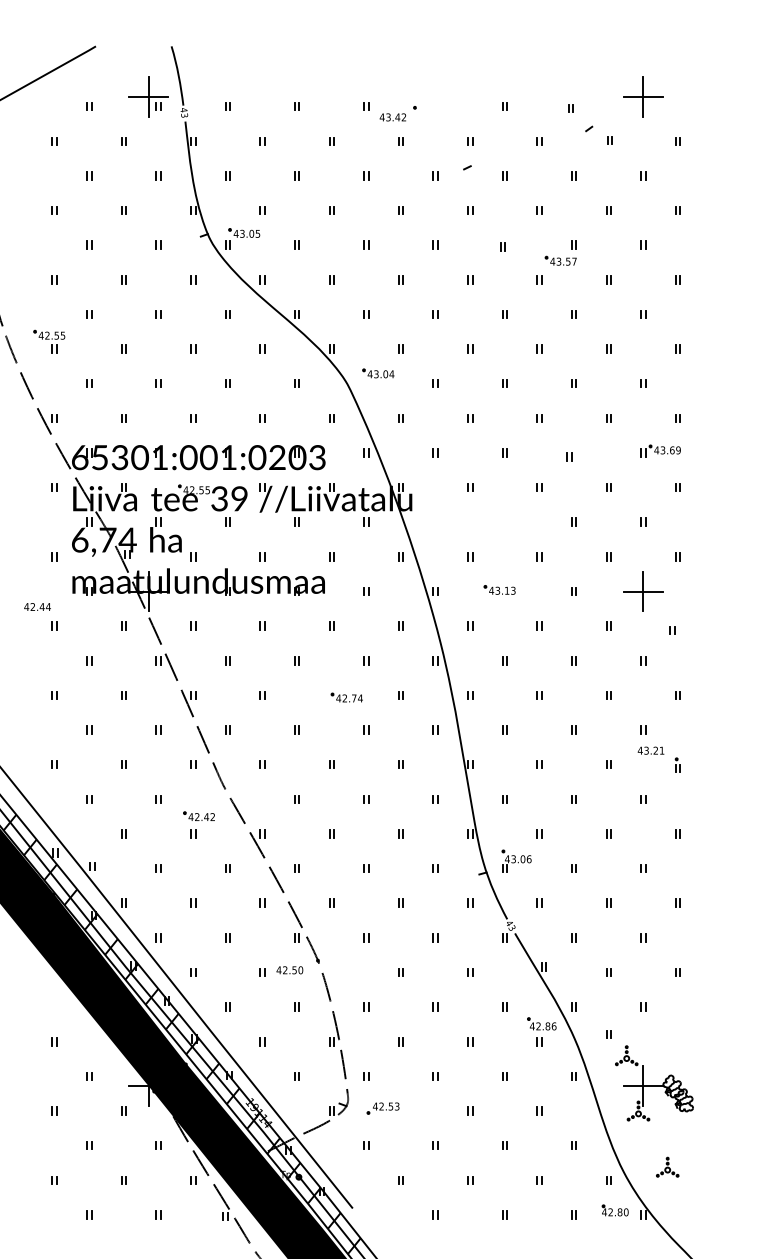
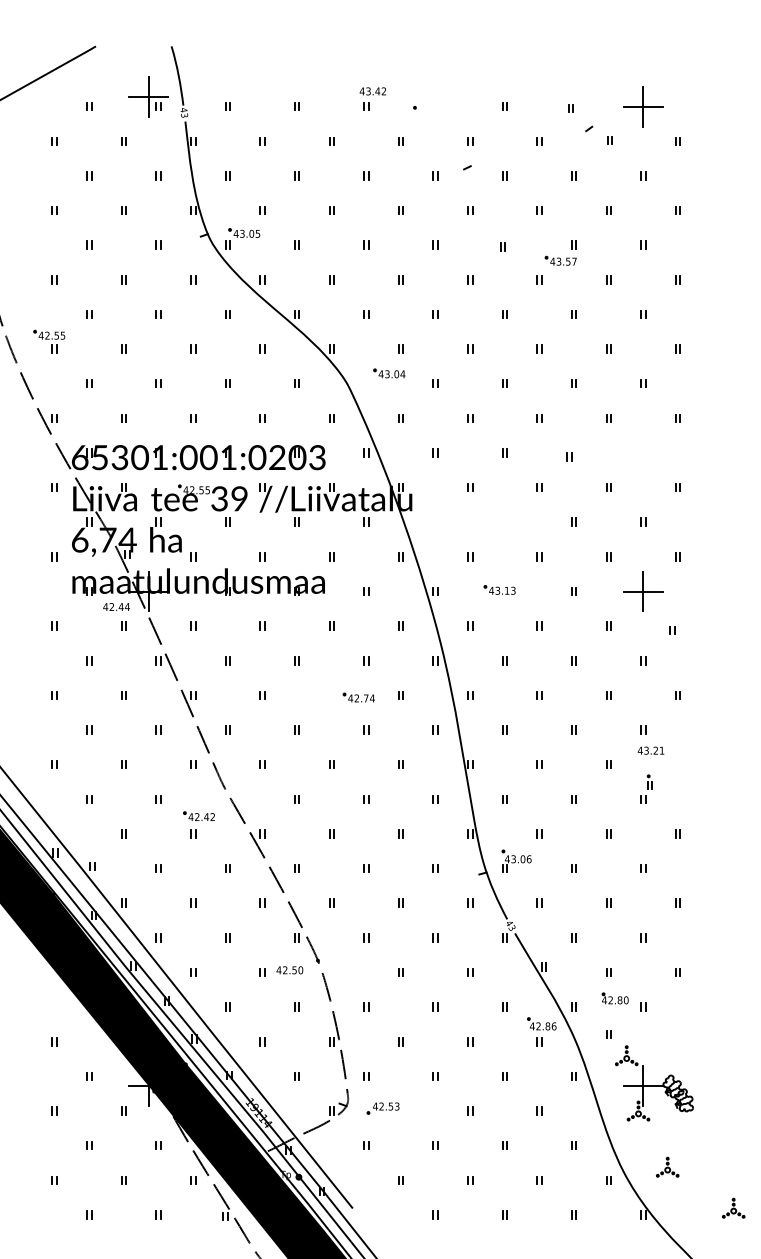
part at (643, 96) position: (643, 96) -> (643, 106)
text at (392, 117) position: (392, 117) -> (372, 91)
part at (378, 373) position: (378, 373) -> (389, 373)
part at (660, 450): present -> none
text at (37, 606) position: (37, 606) -> (116, 606)
part at (346, 697) position: (346, 697) -> (358, 697)
part at (677, 764) position: (677, 764) -> (649, 781)
hatch at (181, 1034): present -> none
part at (733, 1207): none -> present
part at (614, 1210) position: (614, 1210) -> (614, 998)
